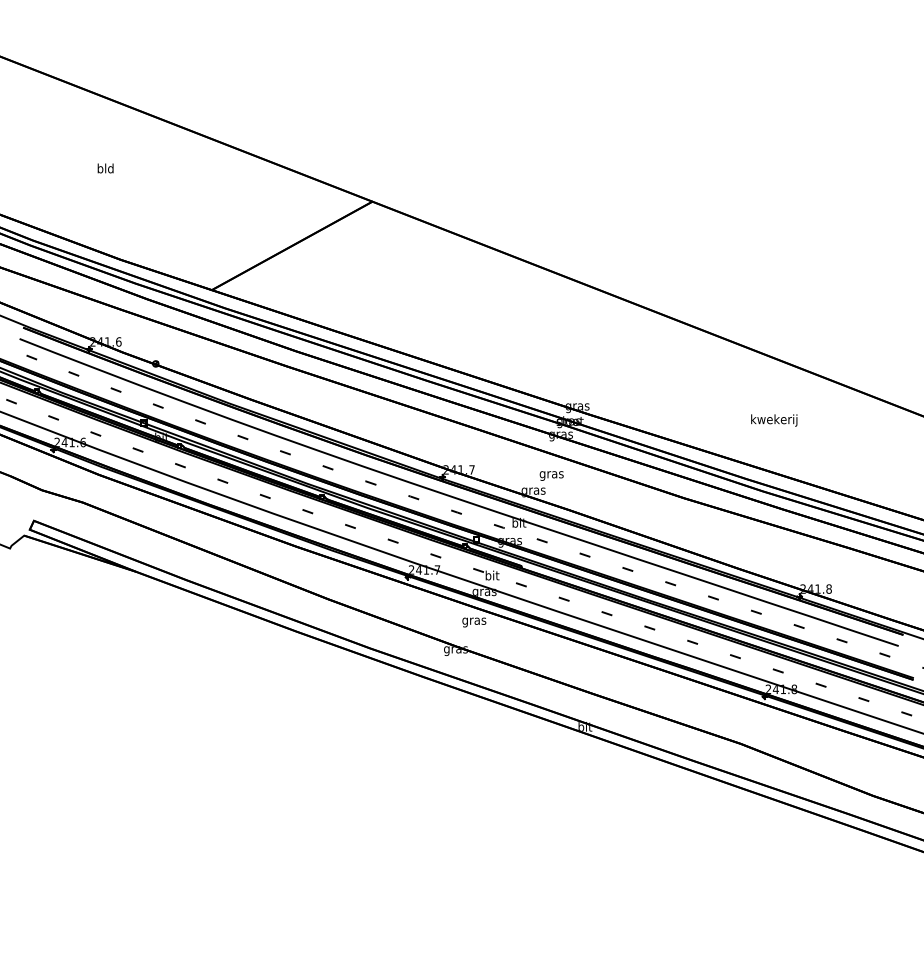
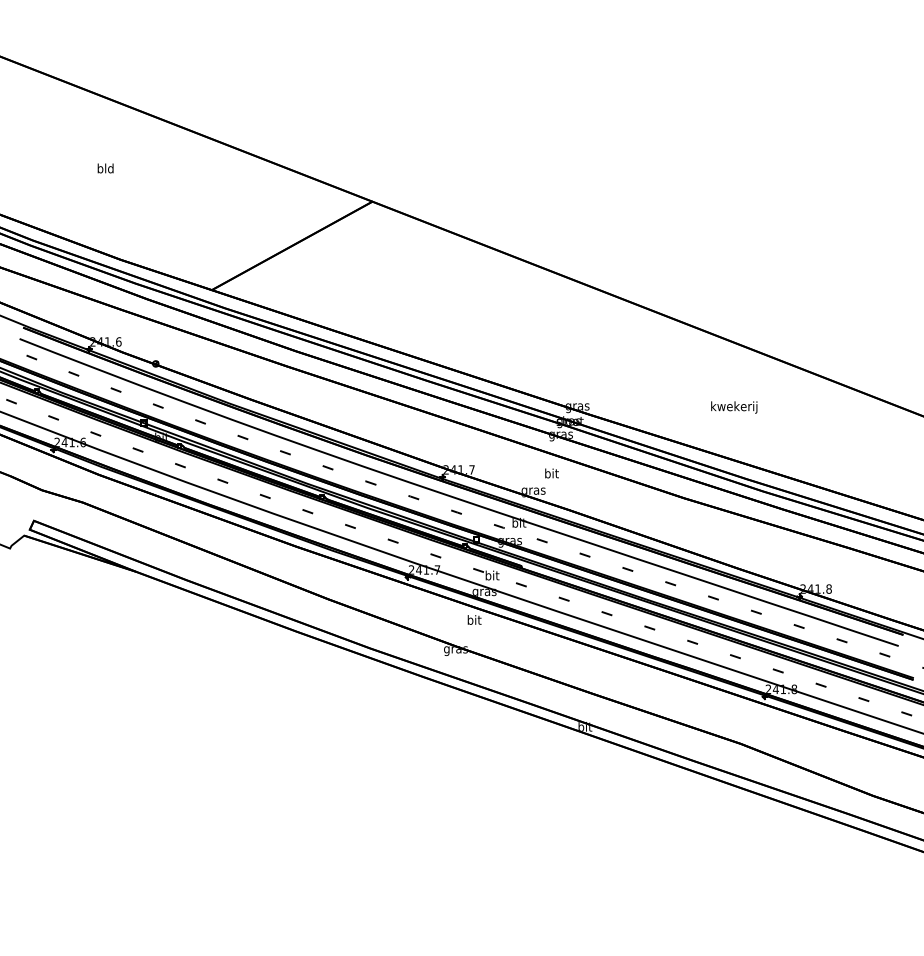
text at (774, 420) position: (774, 420) -> (734, 407)
text at (551, 474): gras -> bit
text at (474, 621): gras -> bit
